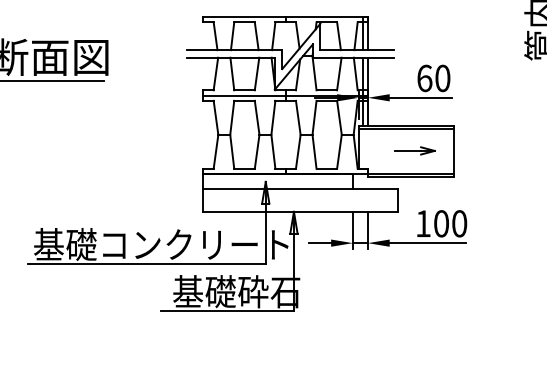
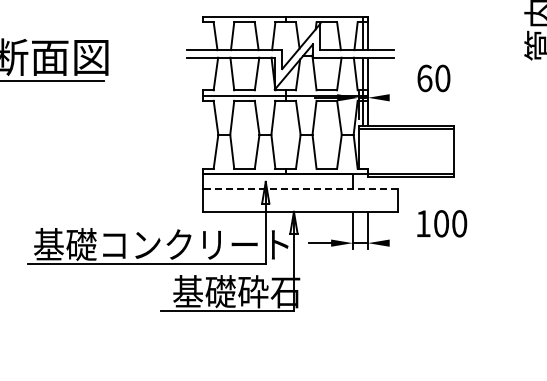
line at (420, 97): present -> none
part at (414, 150): present -> none
line at (300, 189): solid -> dashed
line at (427, 243): present -> none
